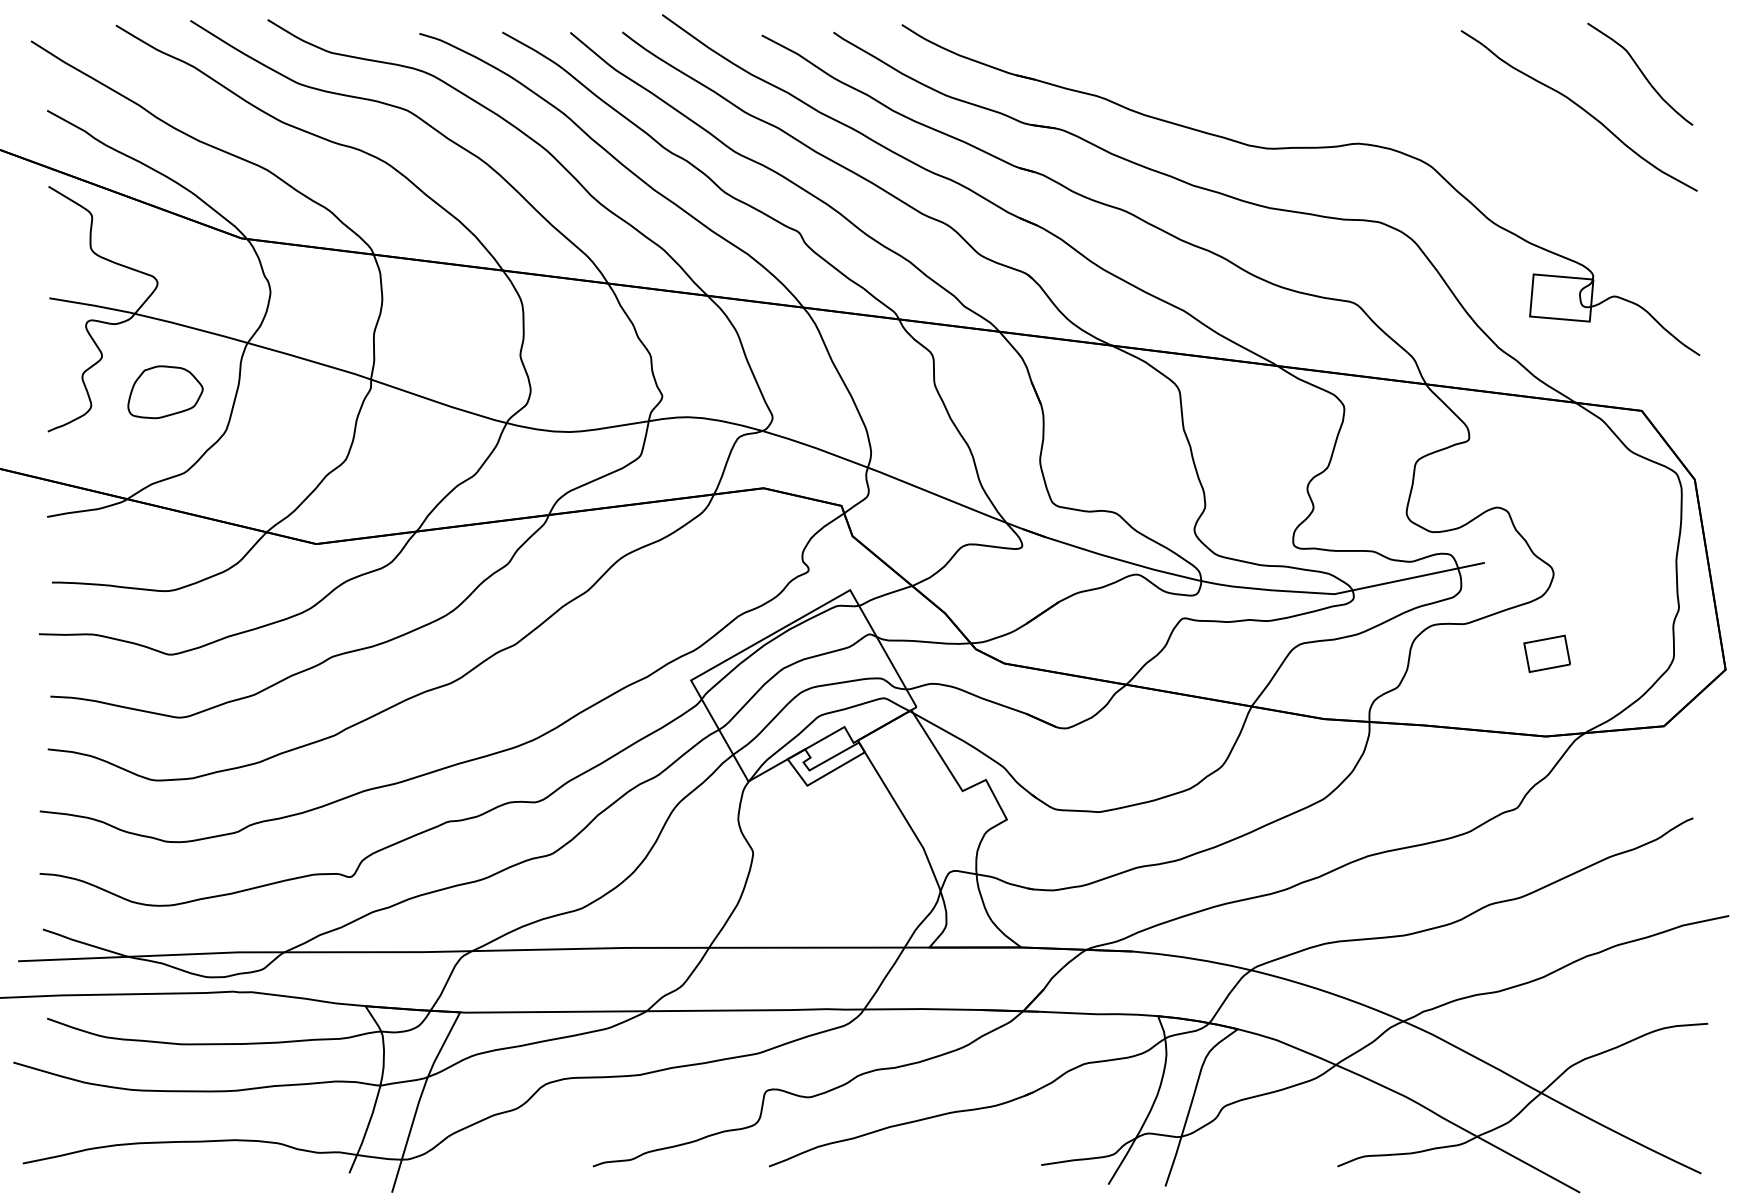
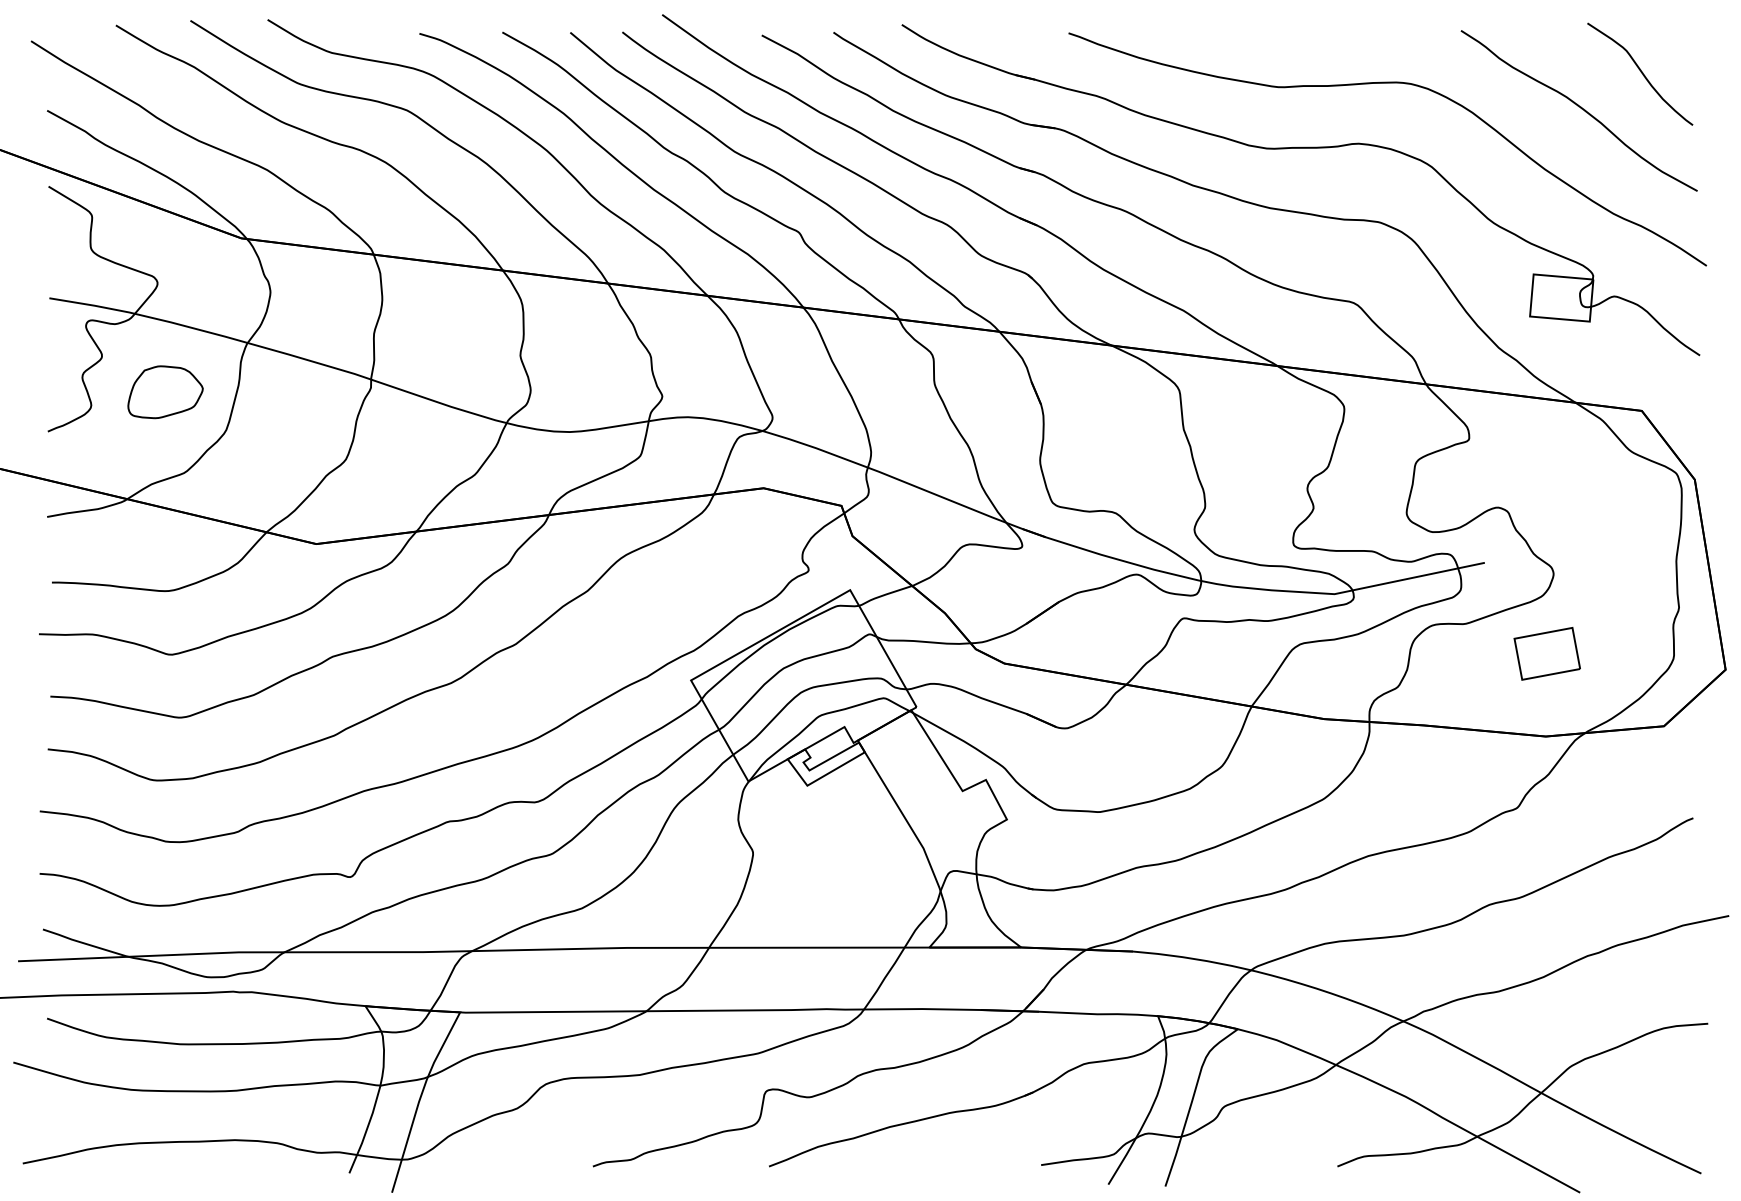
curve at (1387, 83): none -> present
part at (1546, 653) size: 48x39 px -> 68x54 px
